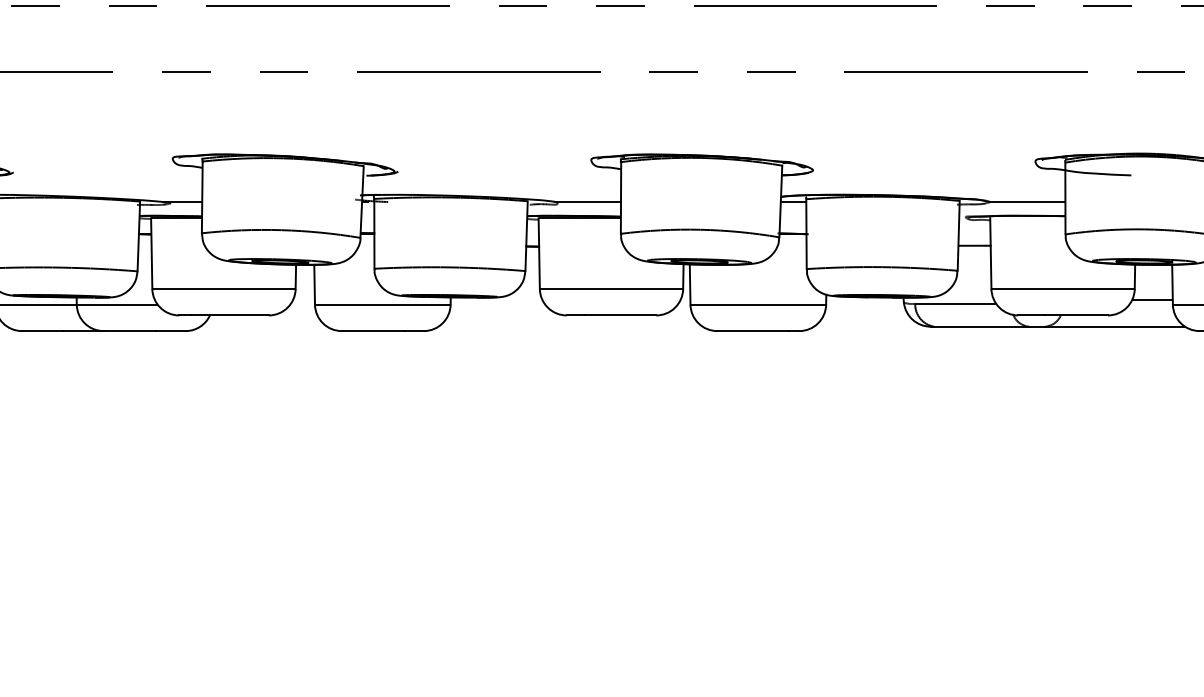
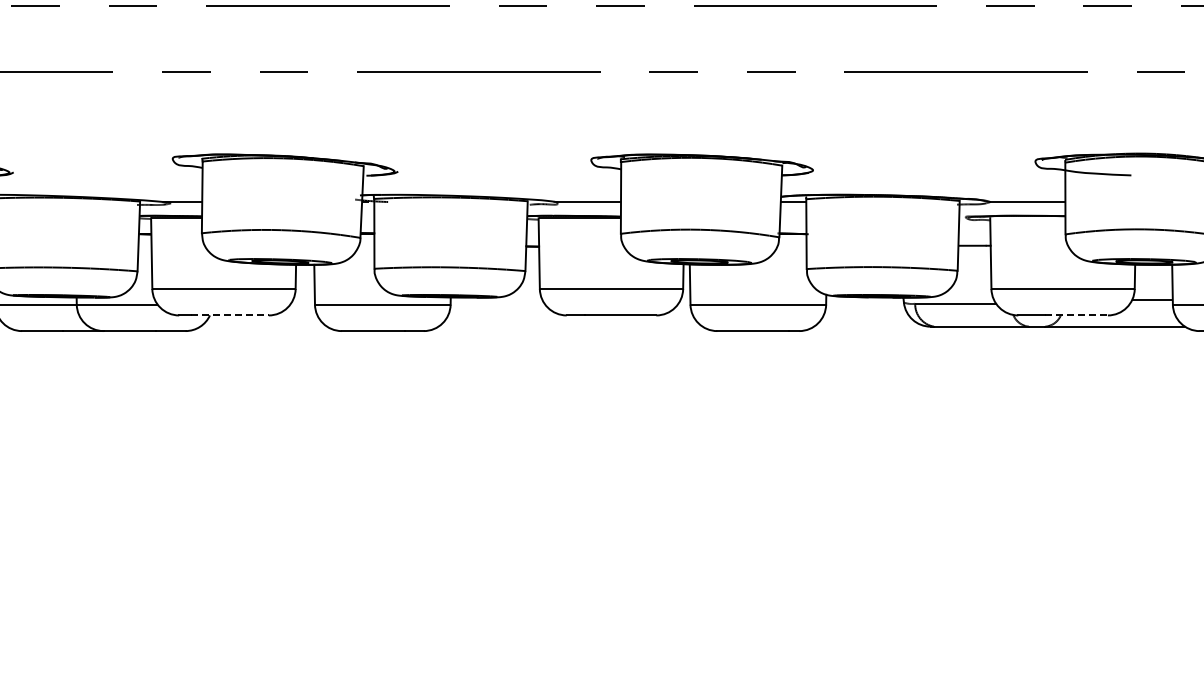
line at (230, 315): solid -> dashed
line at (1076, 315): solid -> dashed
